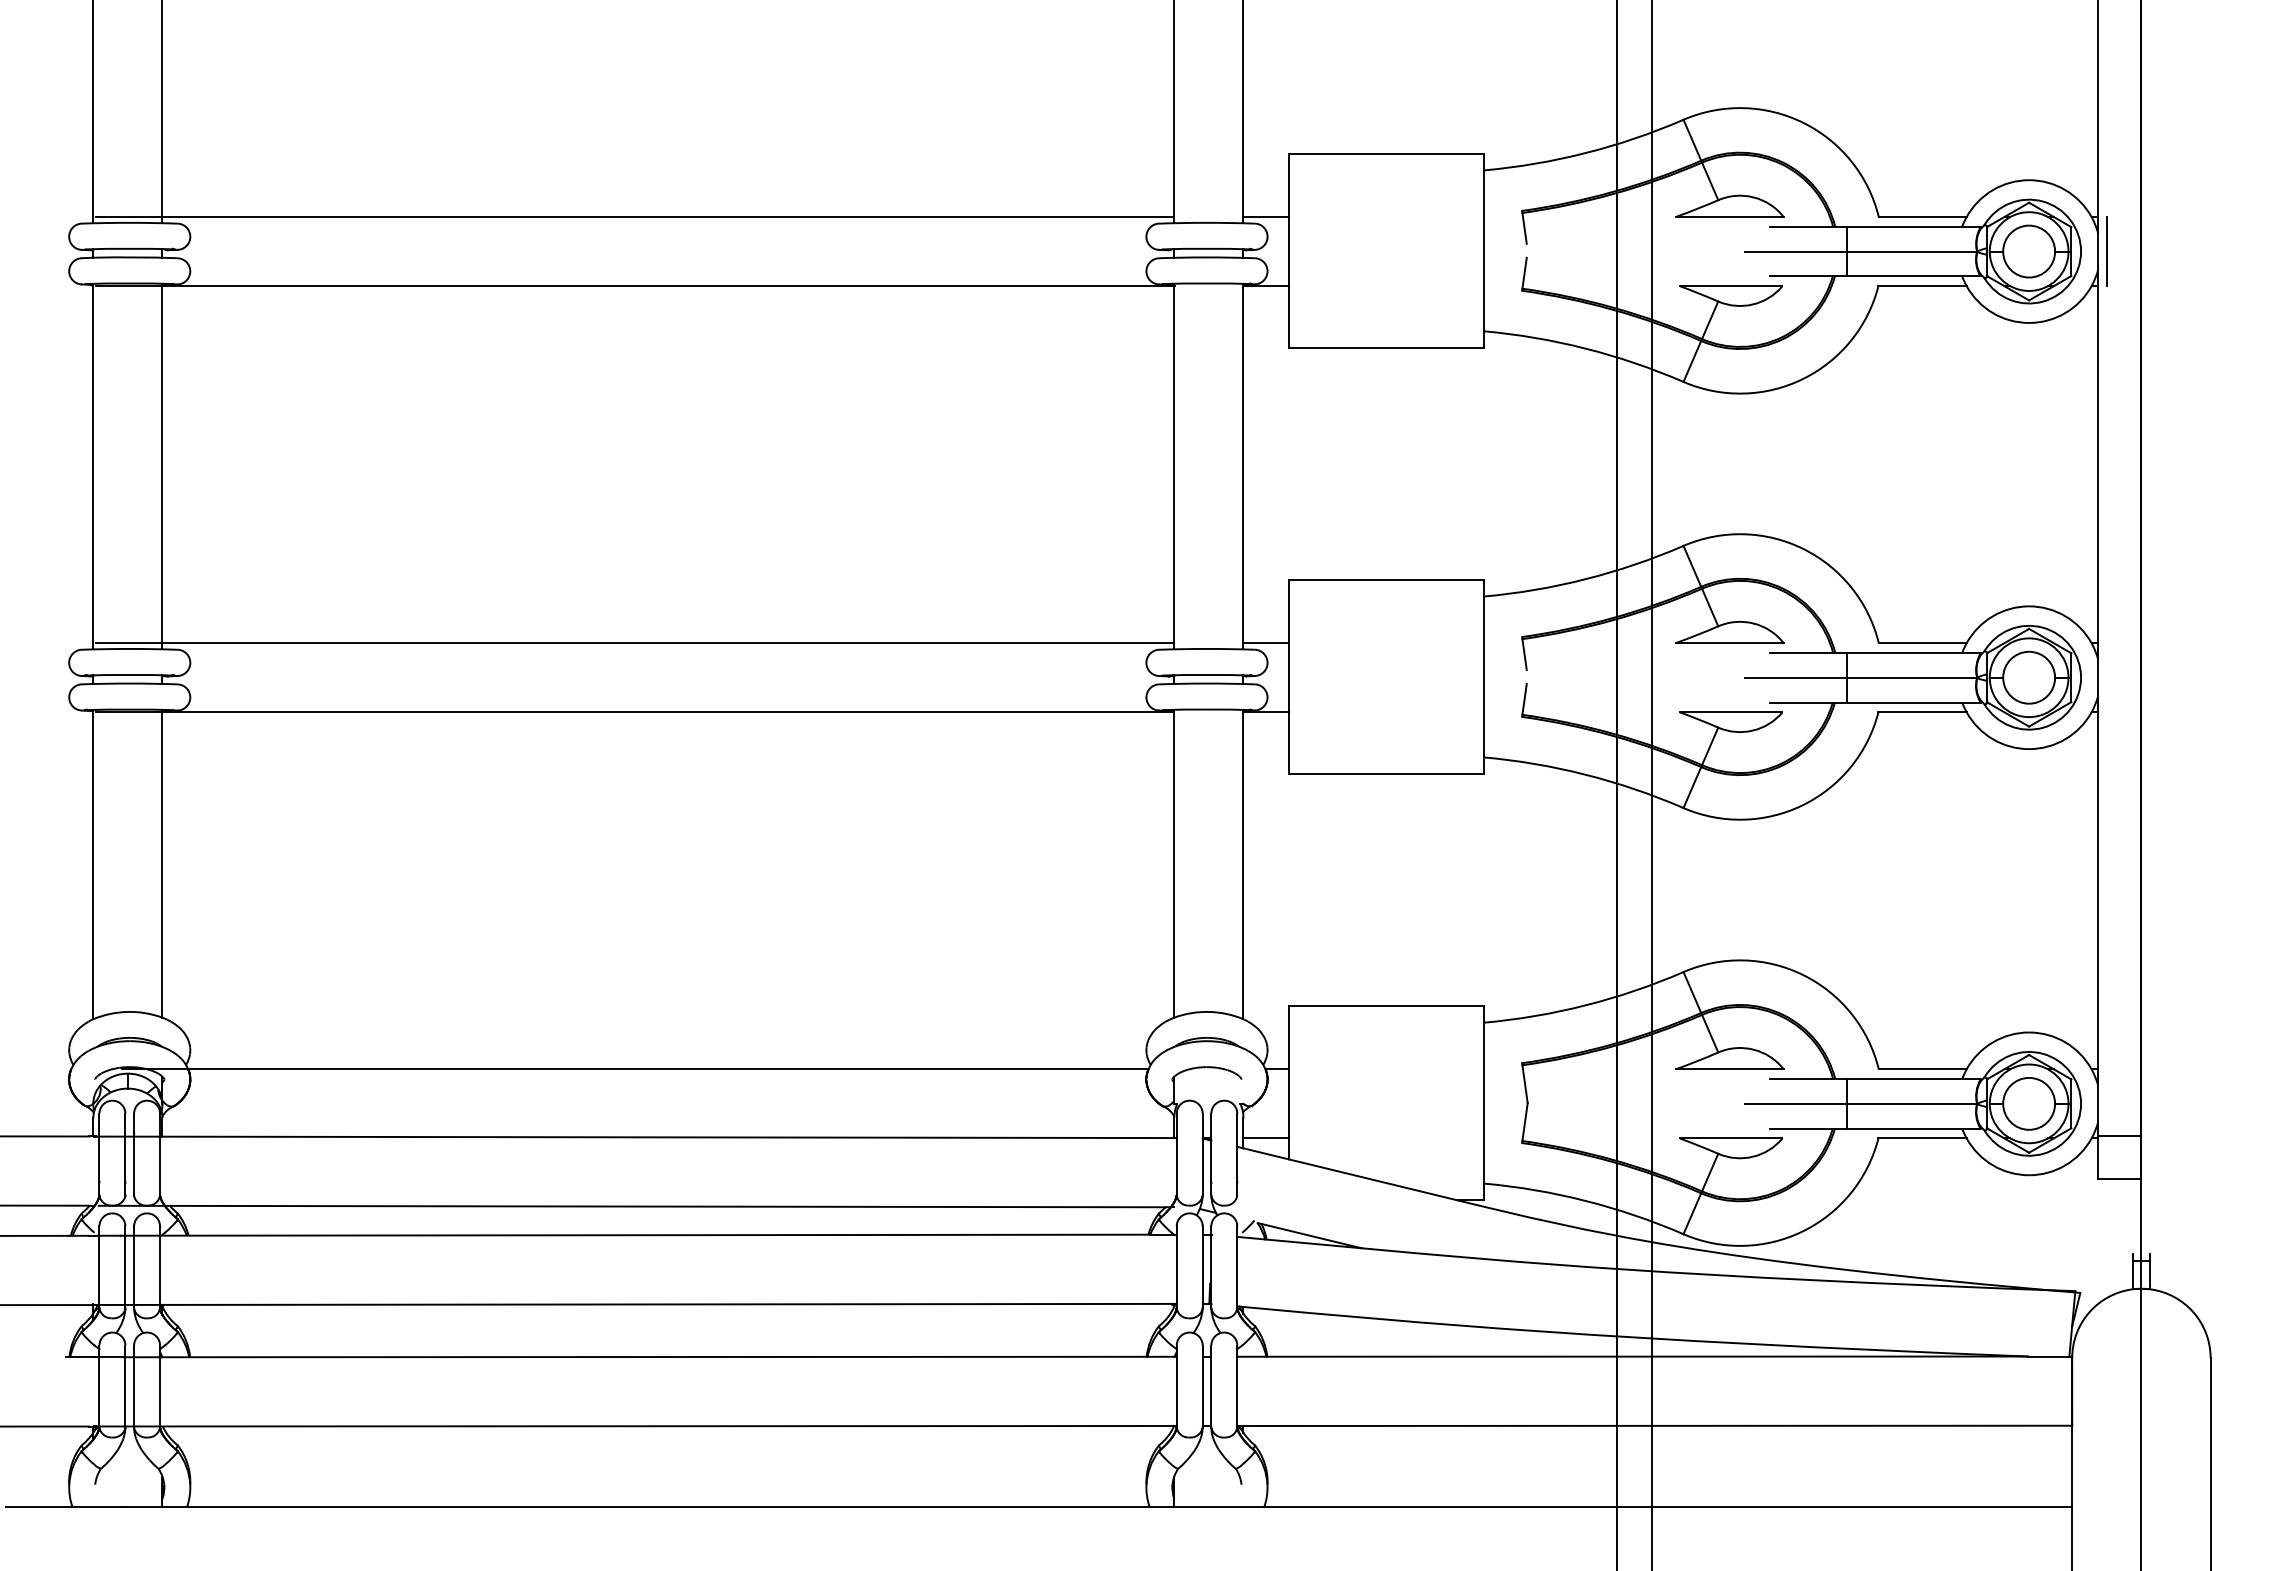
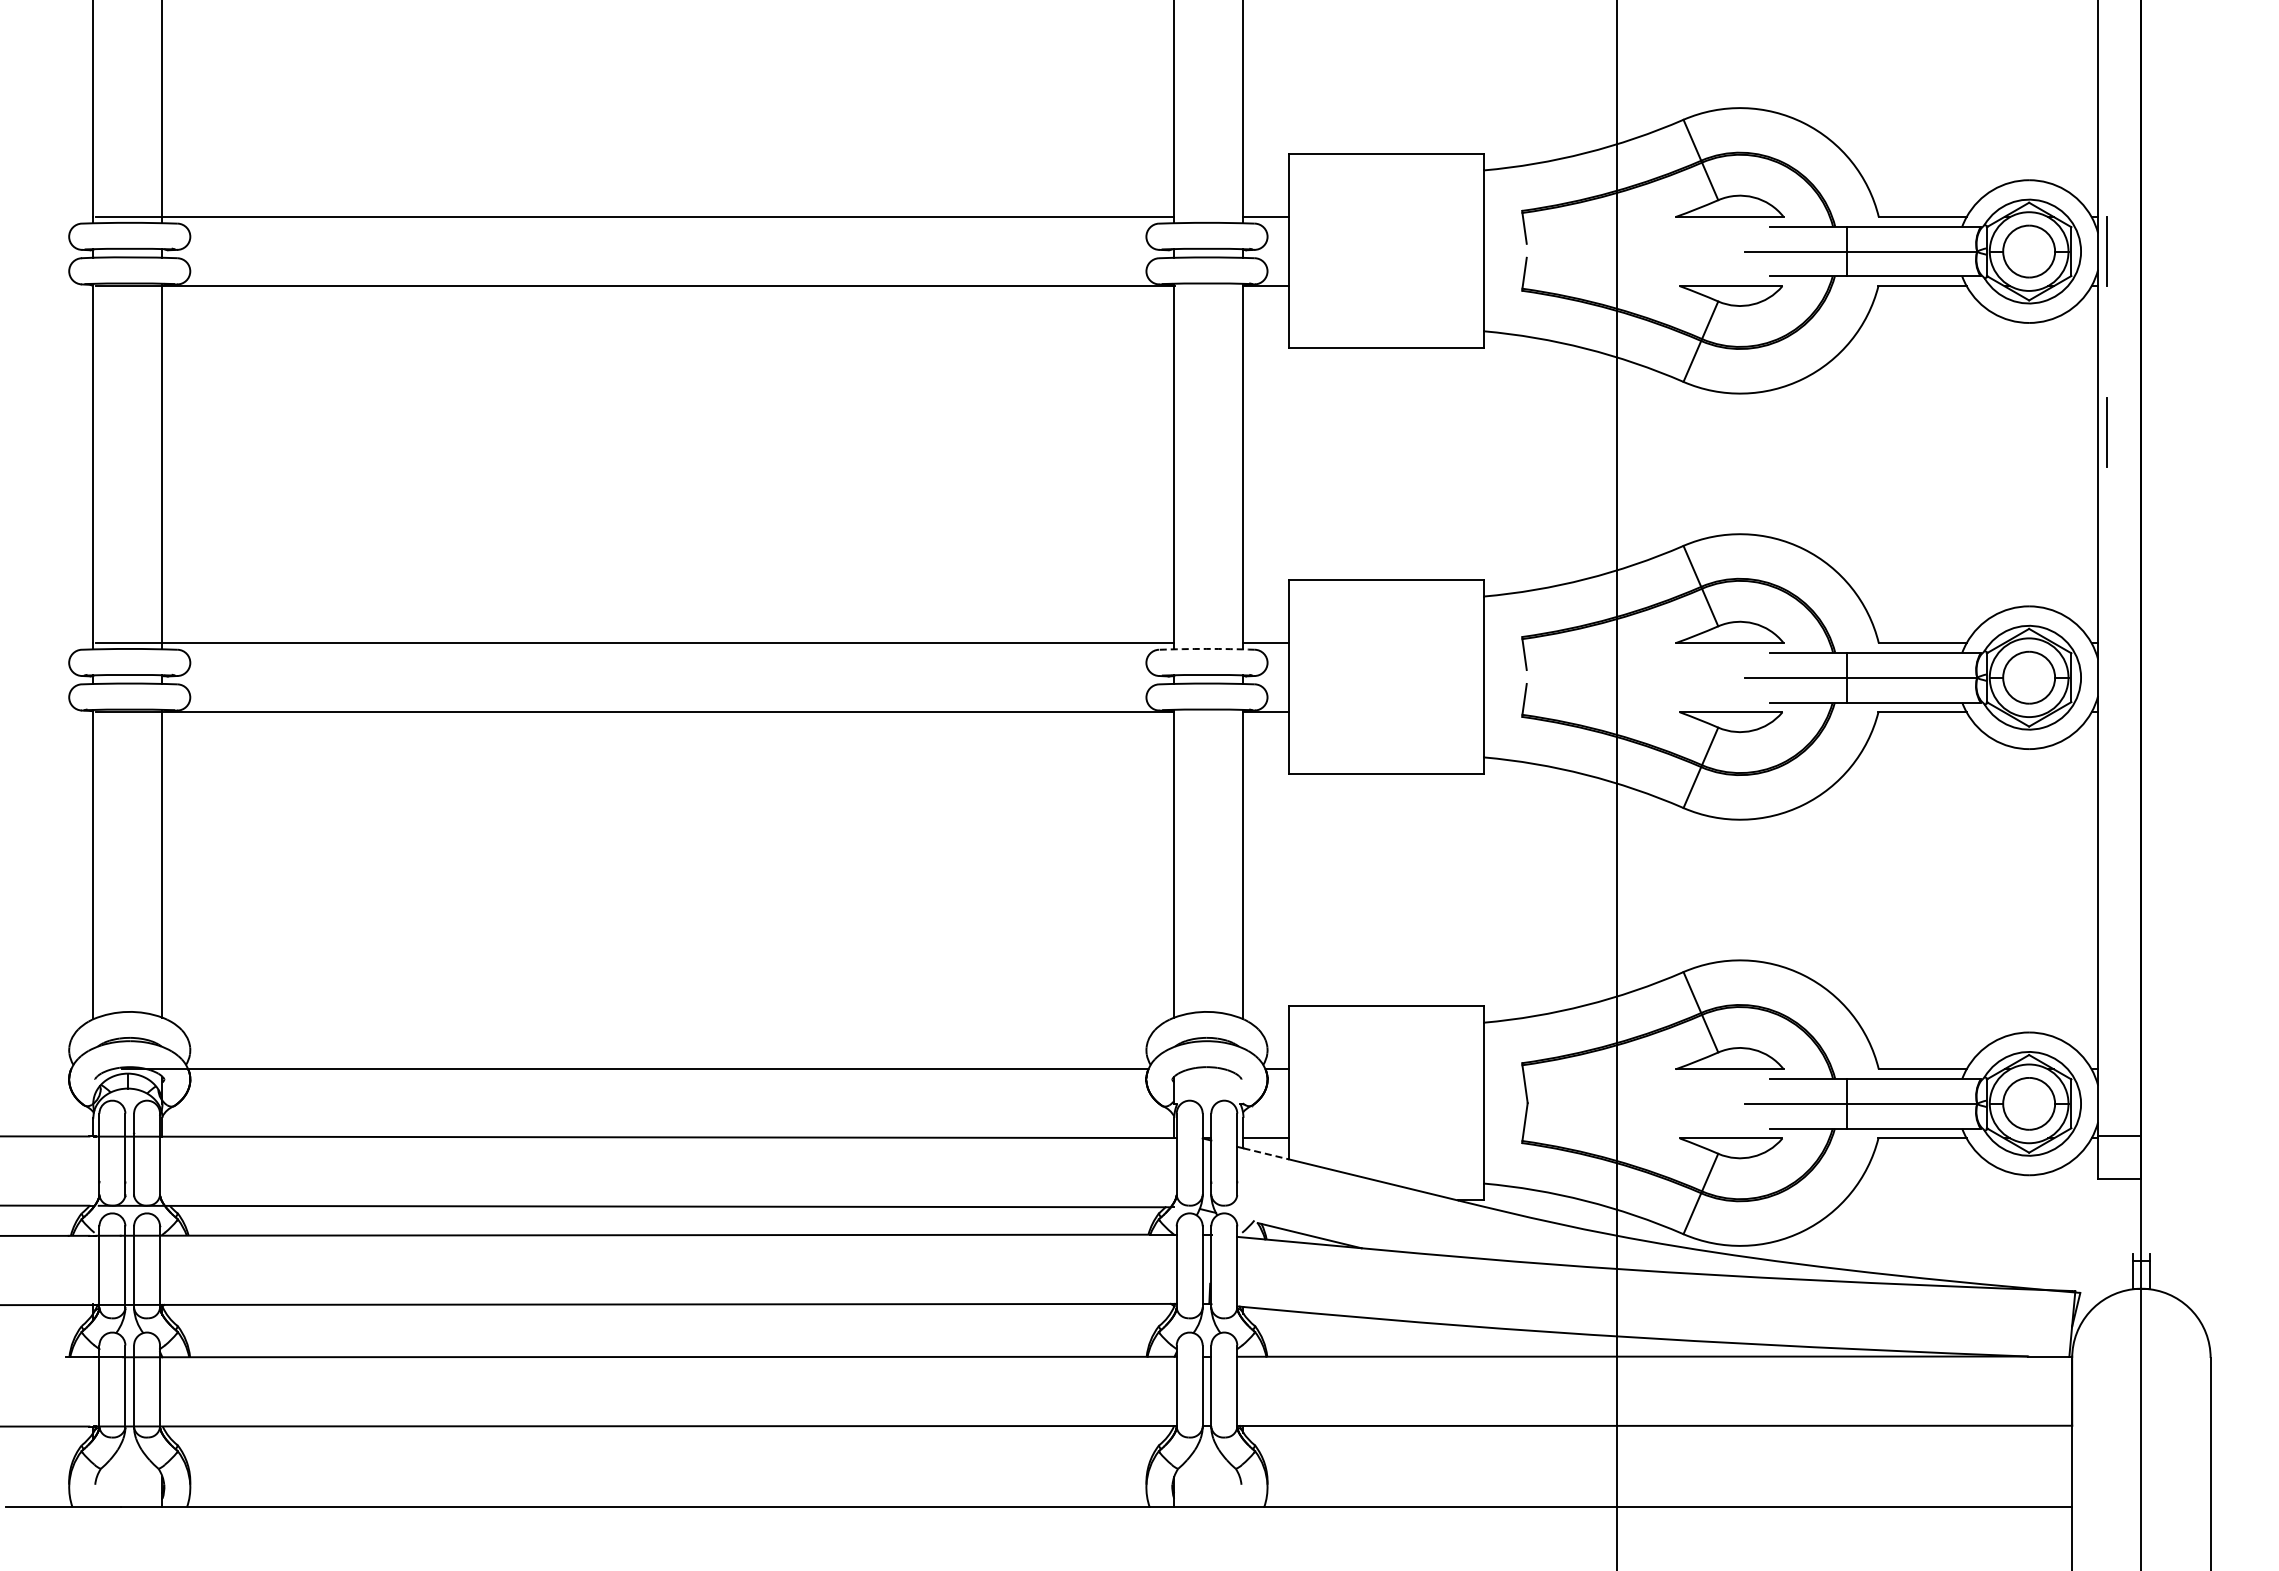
line at (2106, 432): none -> present
arc at (1206, 648): solid -> dashed
line at (1651, 784): present -> none
line at (1266, 1153): solid -> dashed
